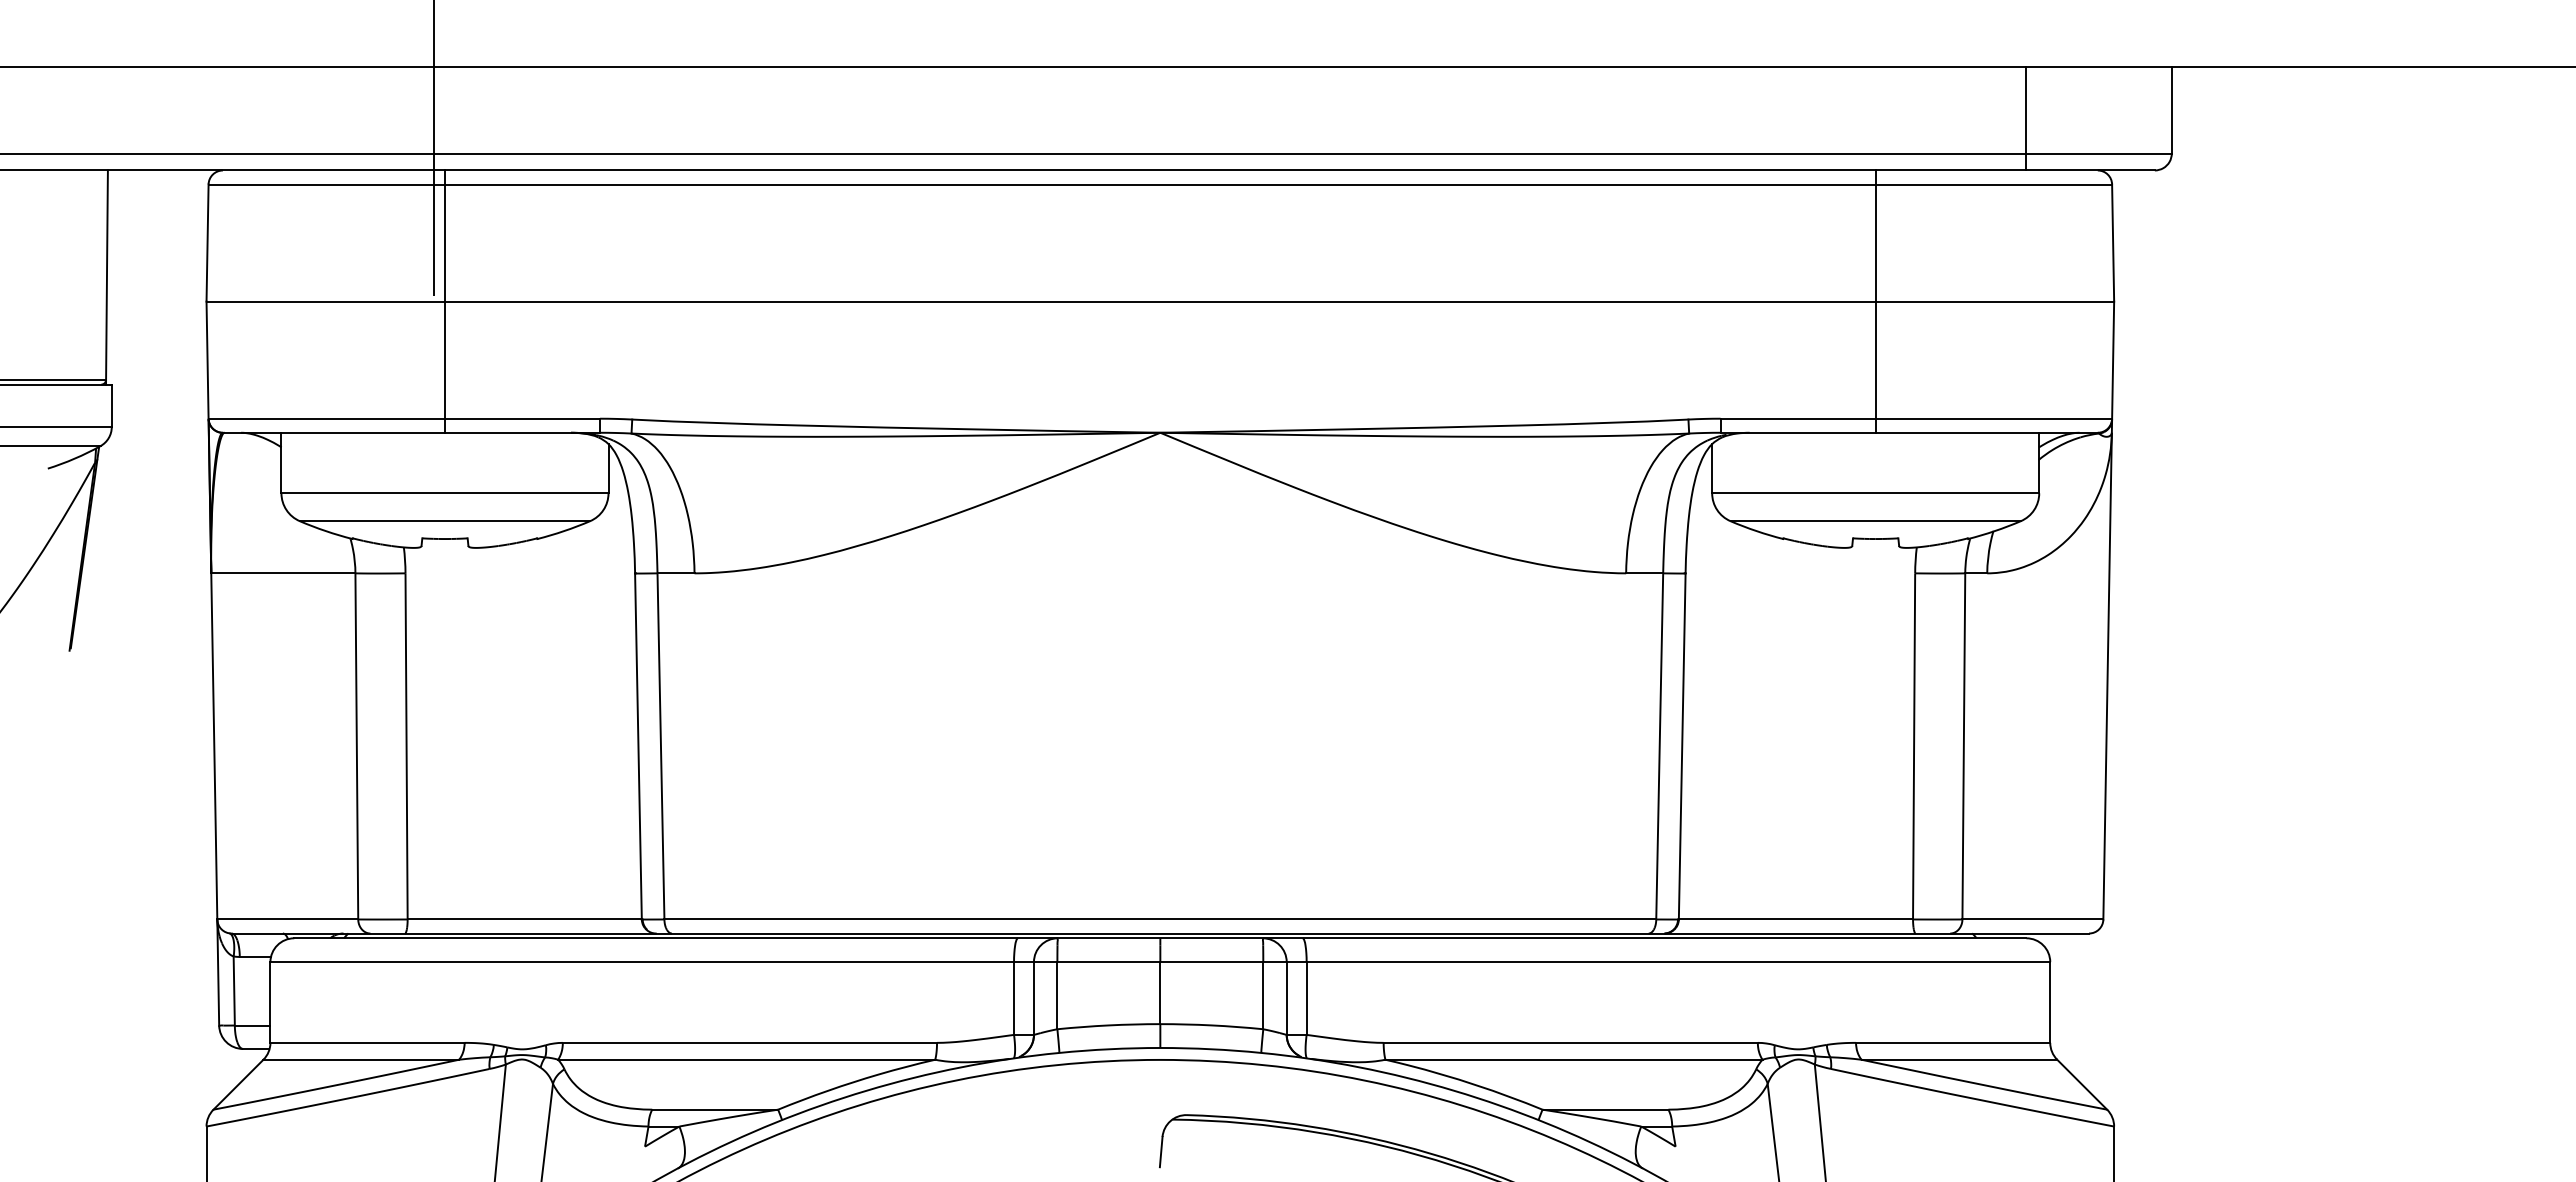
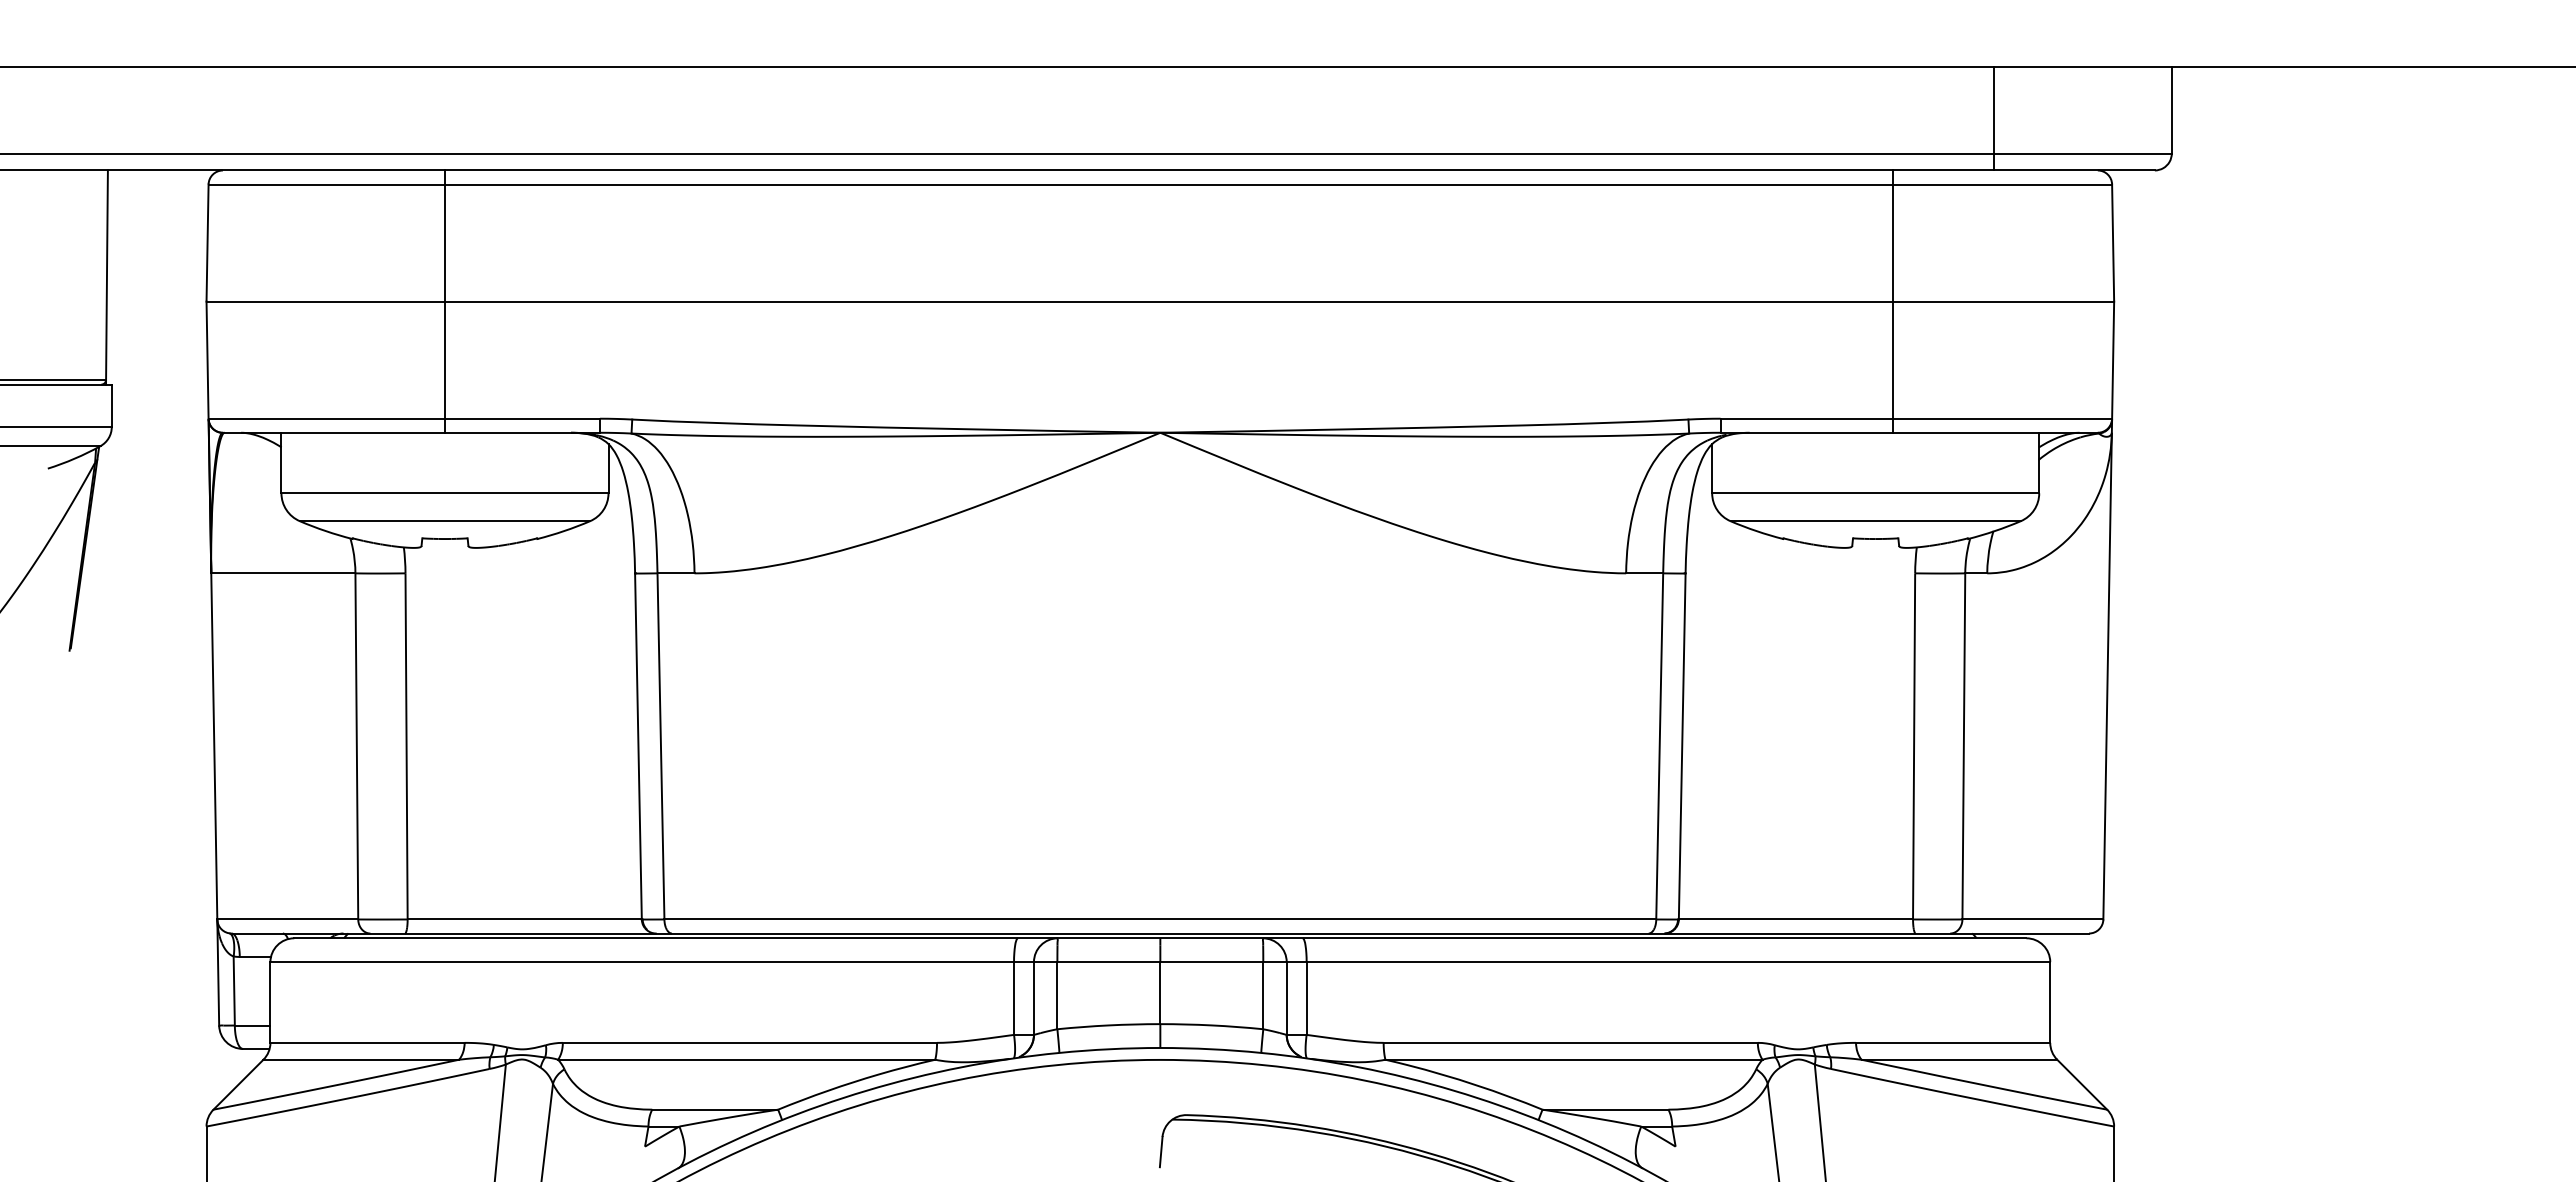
line at (2026, 118) position: (2026, 118) -> (1994, 118)
line at (433, 149): present -> none
line at (1875, 301) position: (1875, 301) -> (1892, 301)
